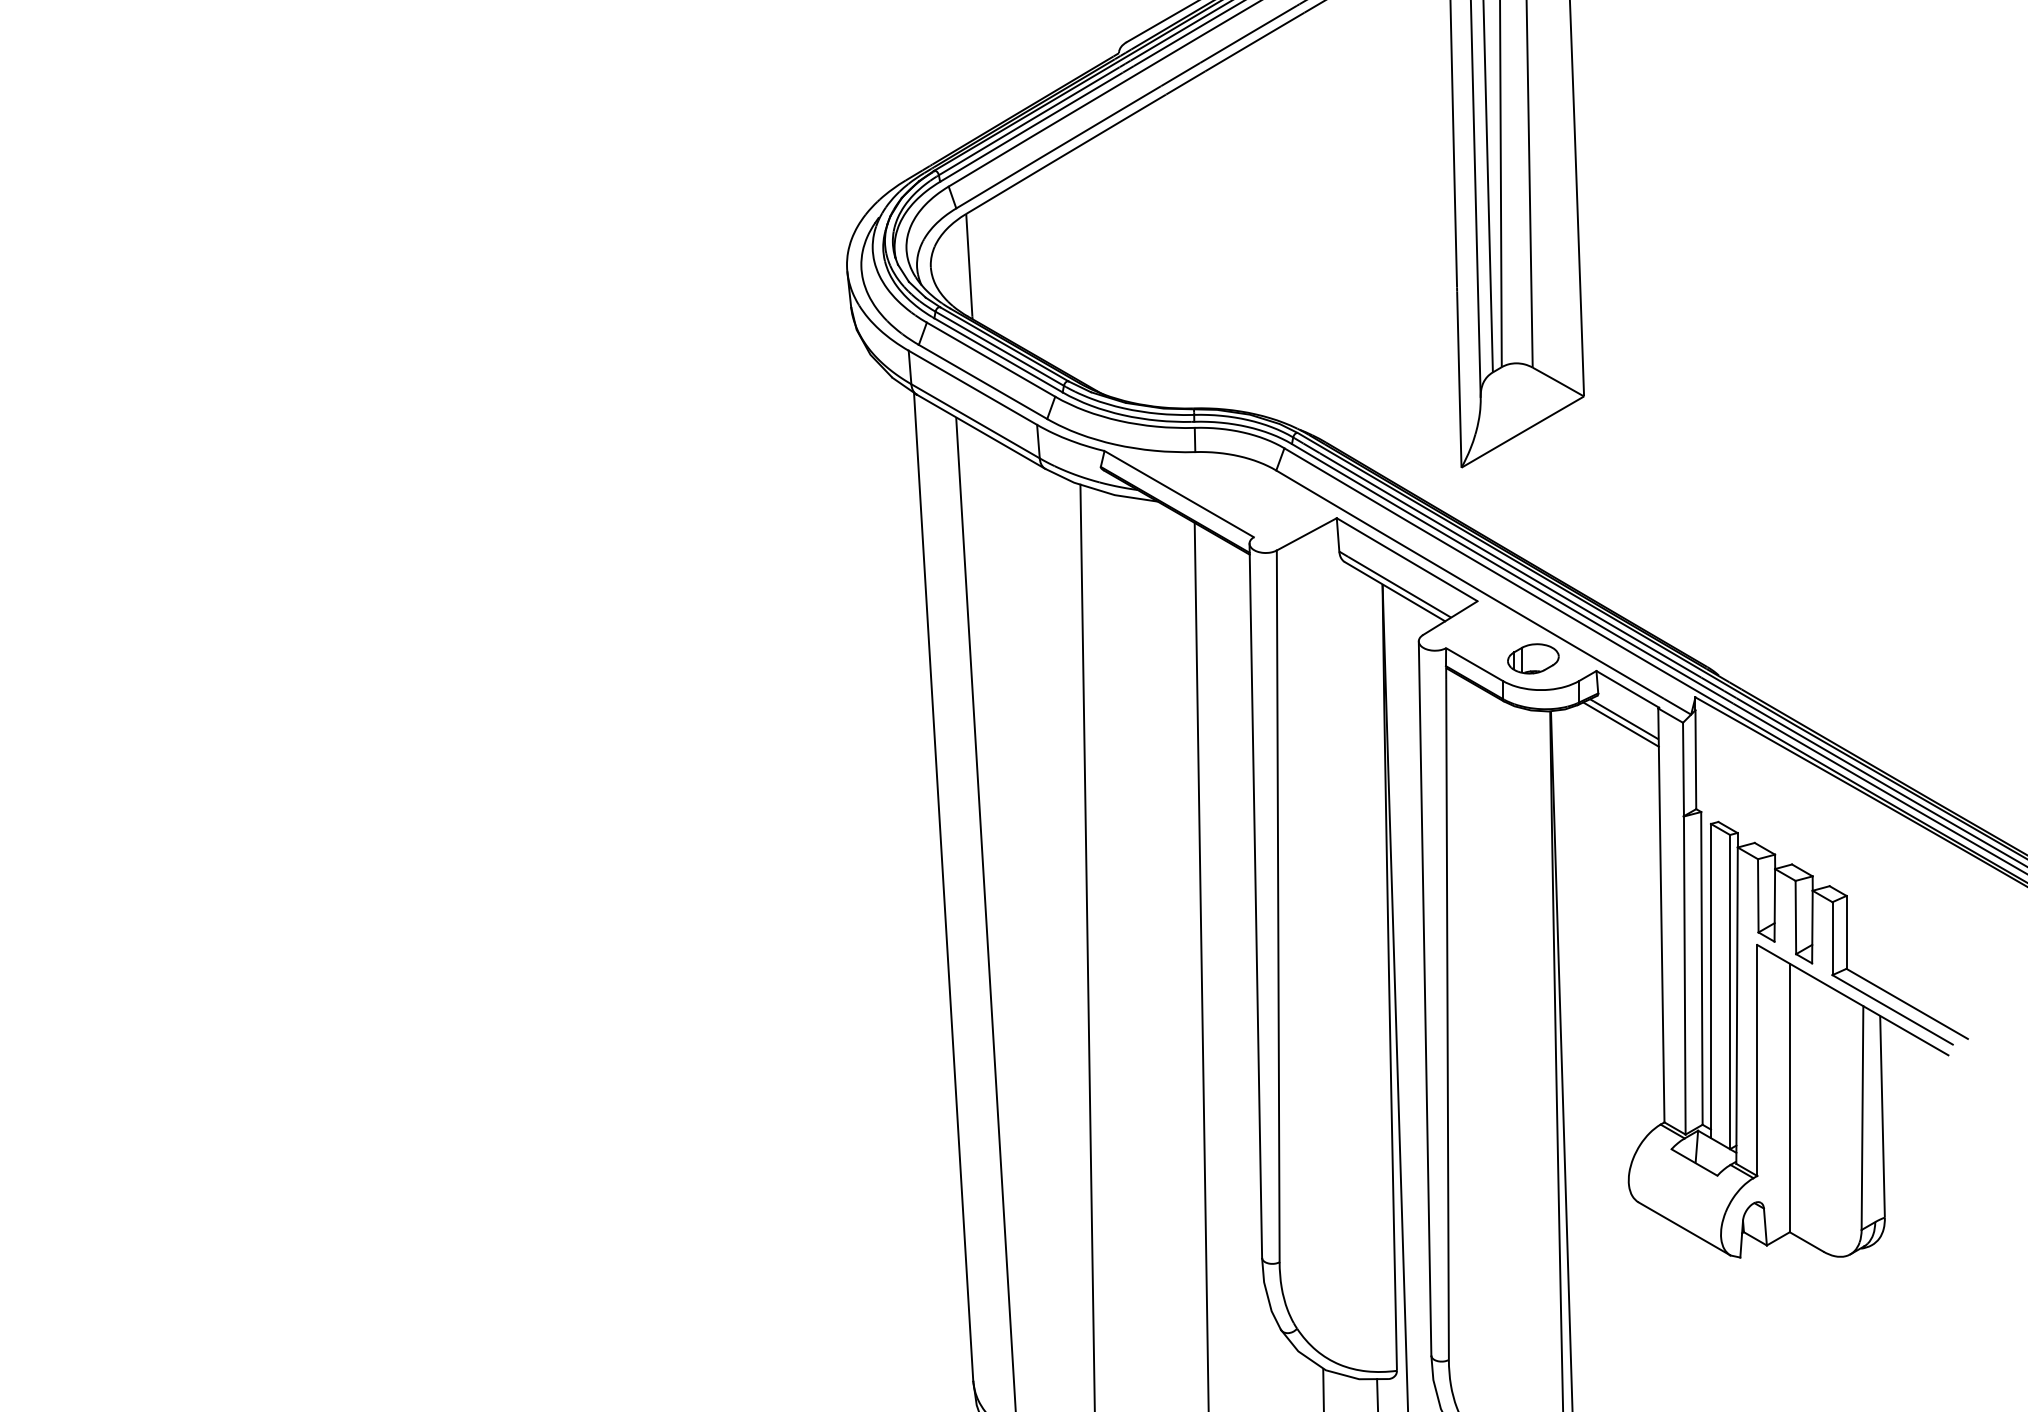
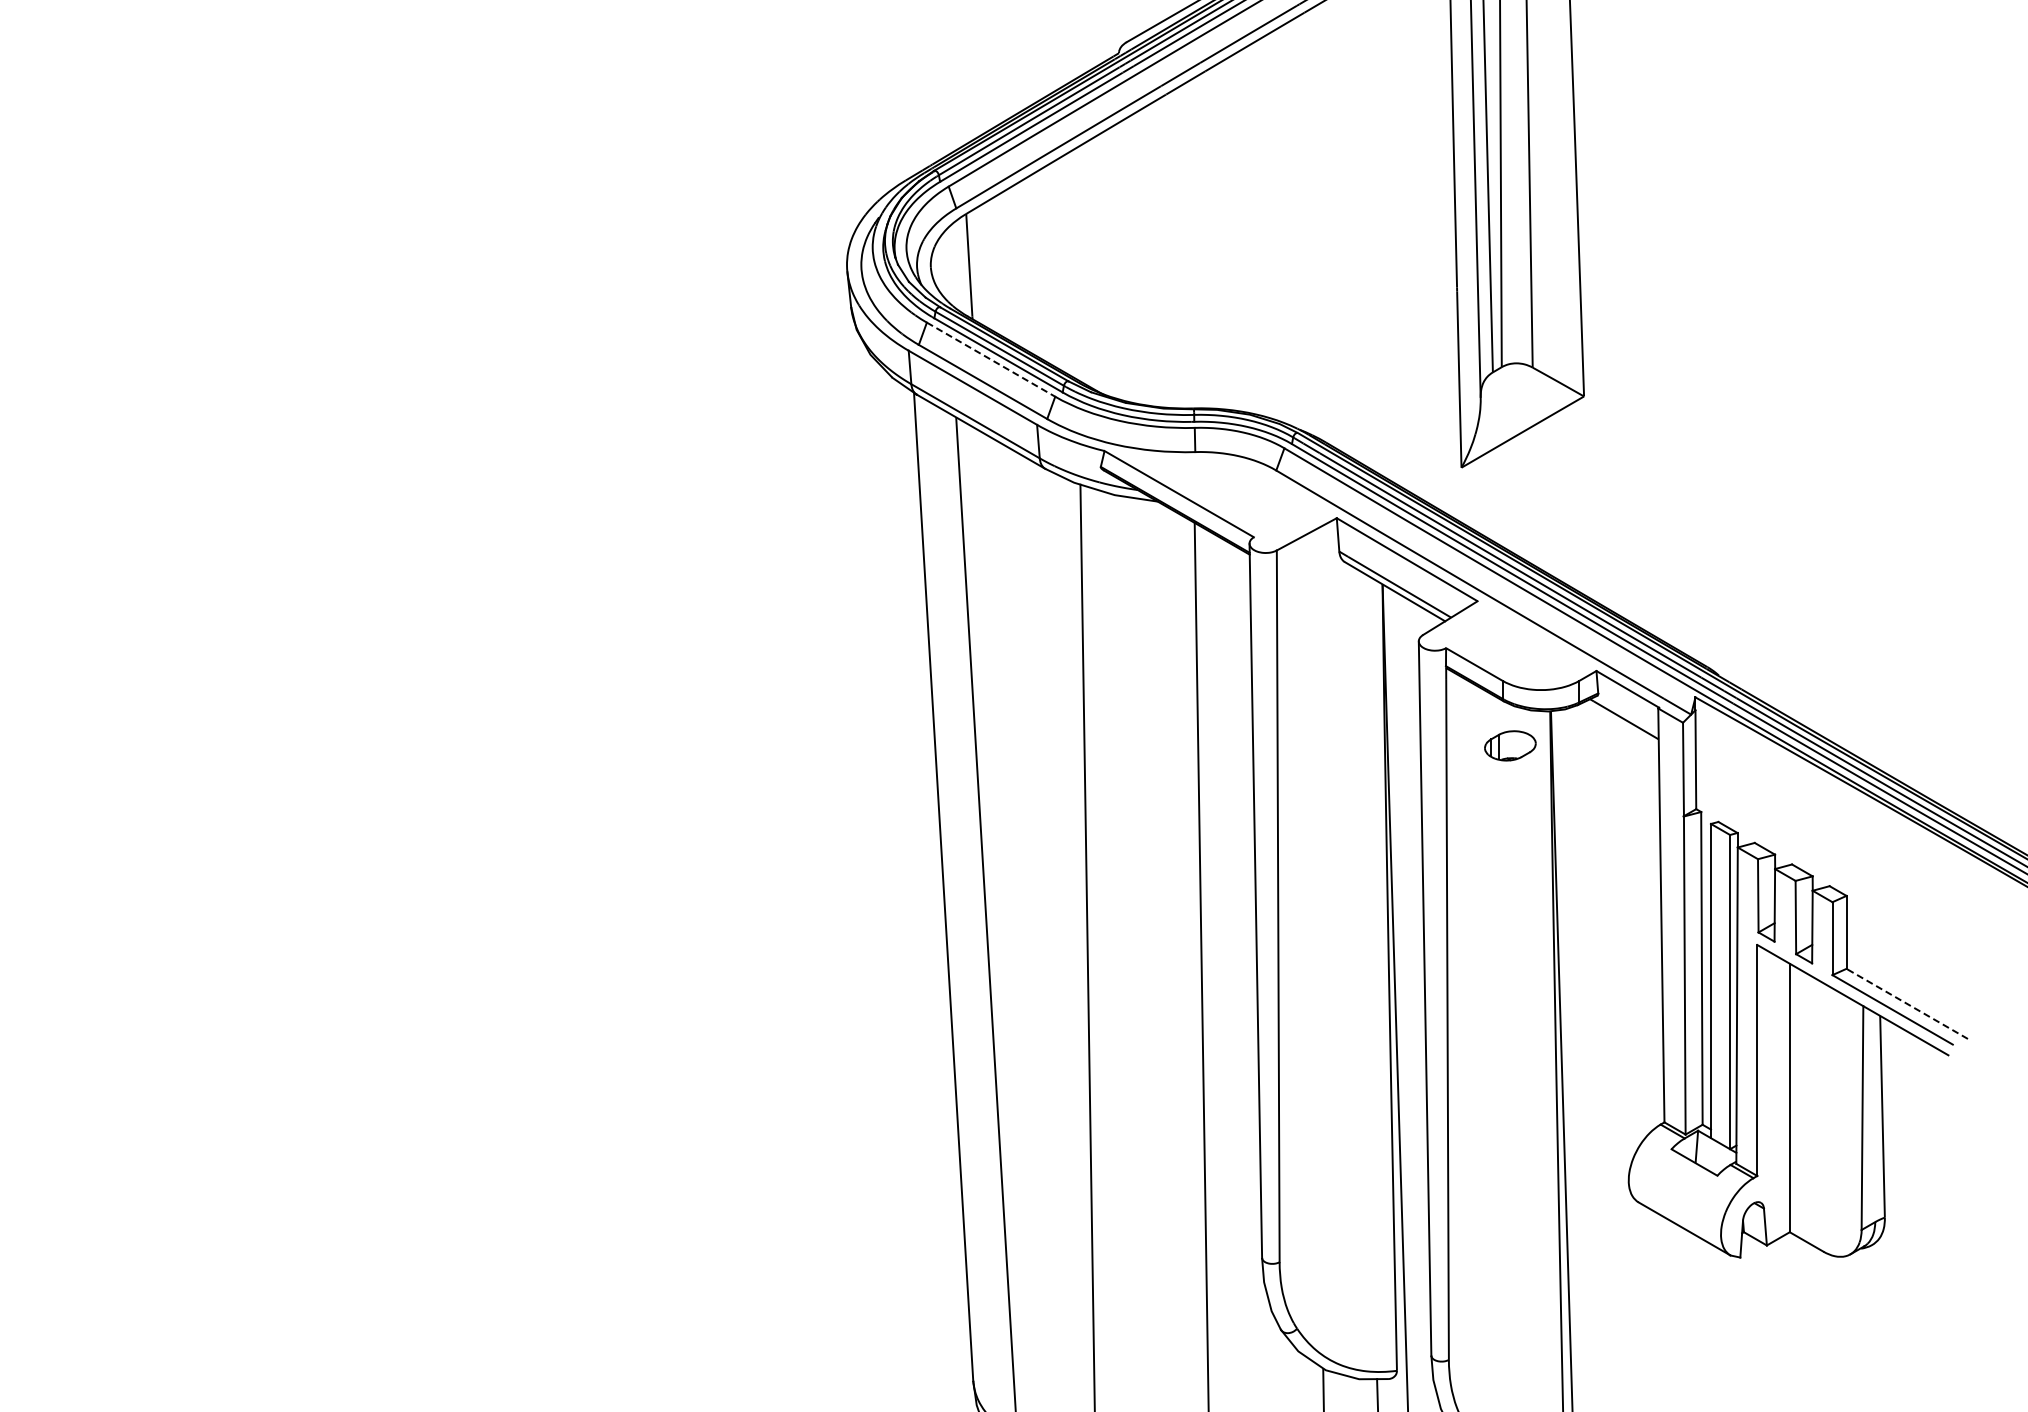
line at (991, 359): solid -> dashed
part at (1533, 658) position: (1533, 658) -> (1510, 745)
line at (1620, 724): present -> none
line at (1906, 1003): solid -> dashed
